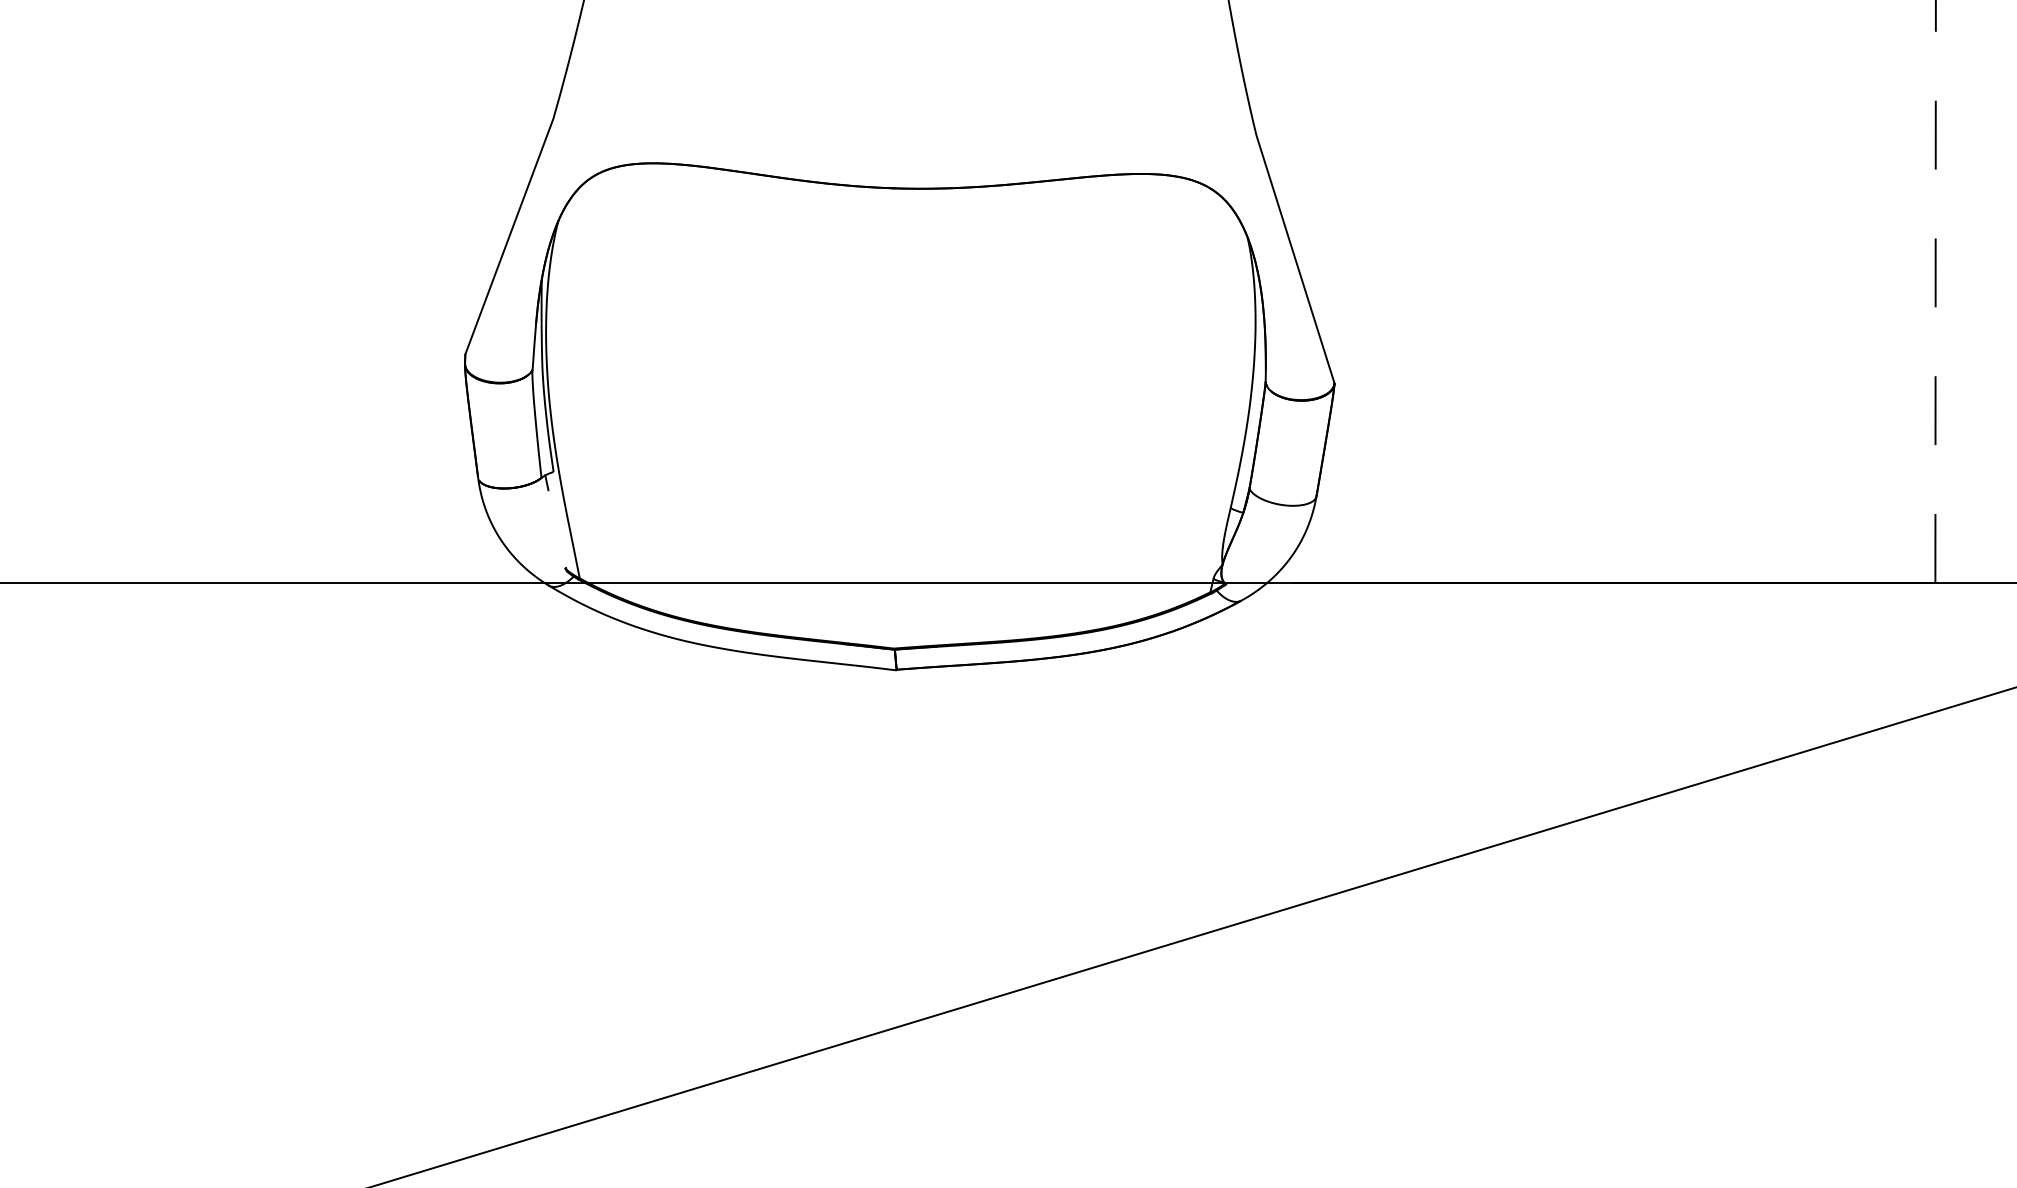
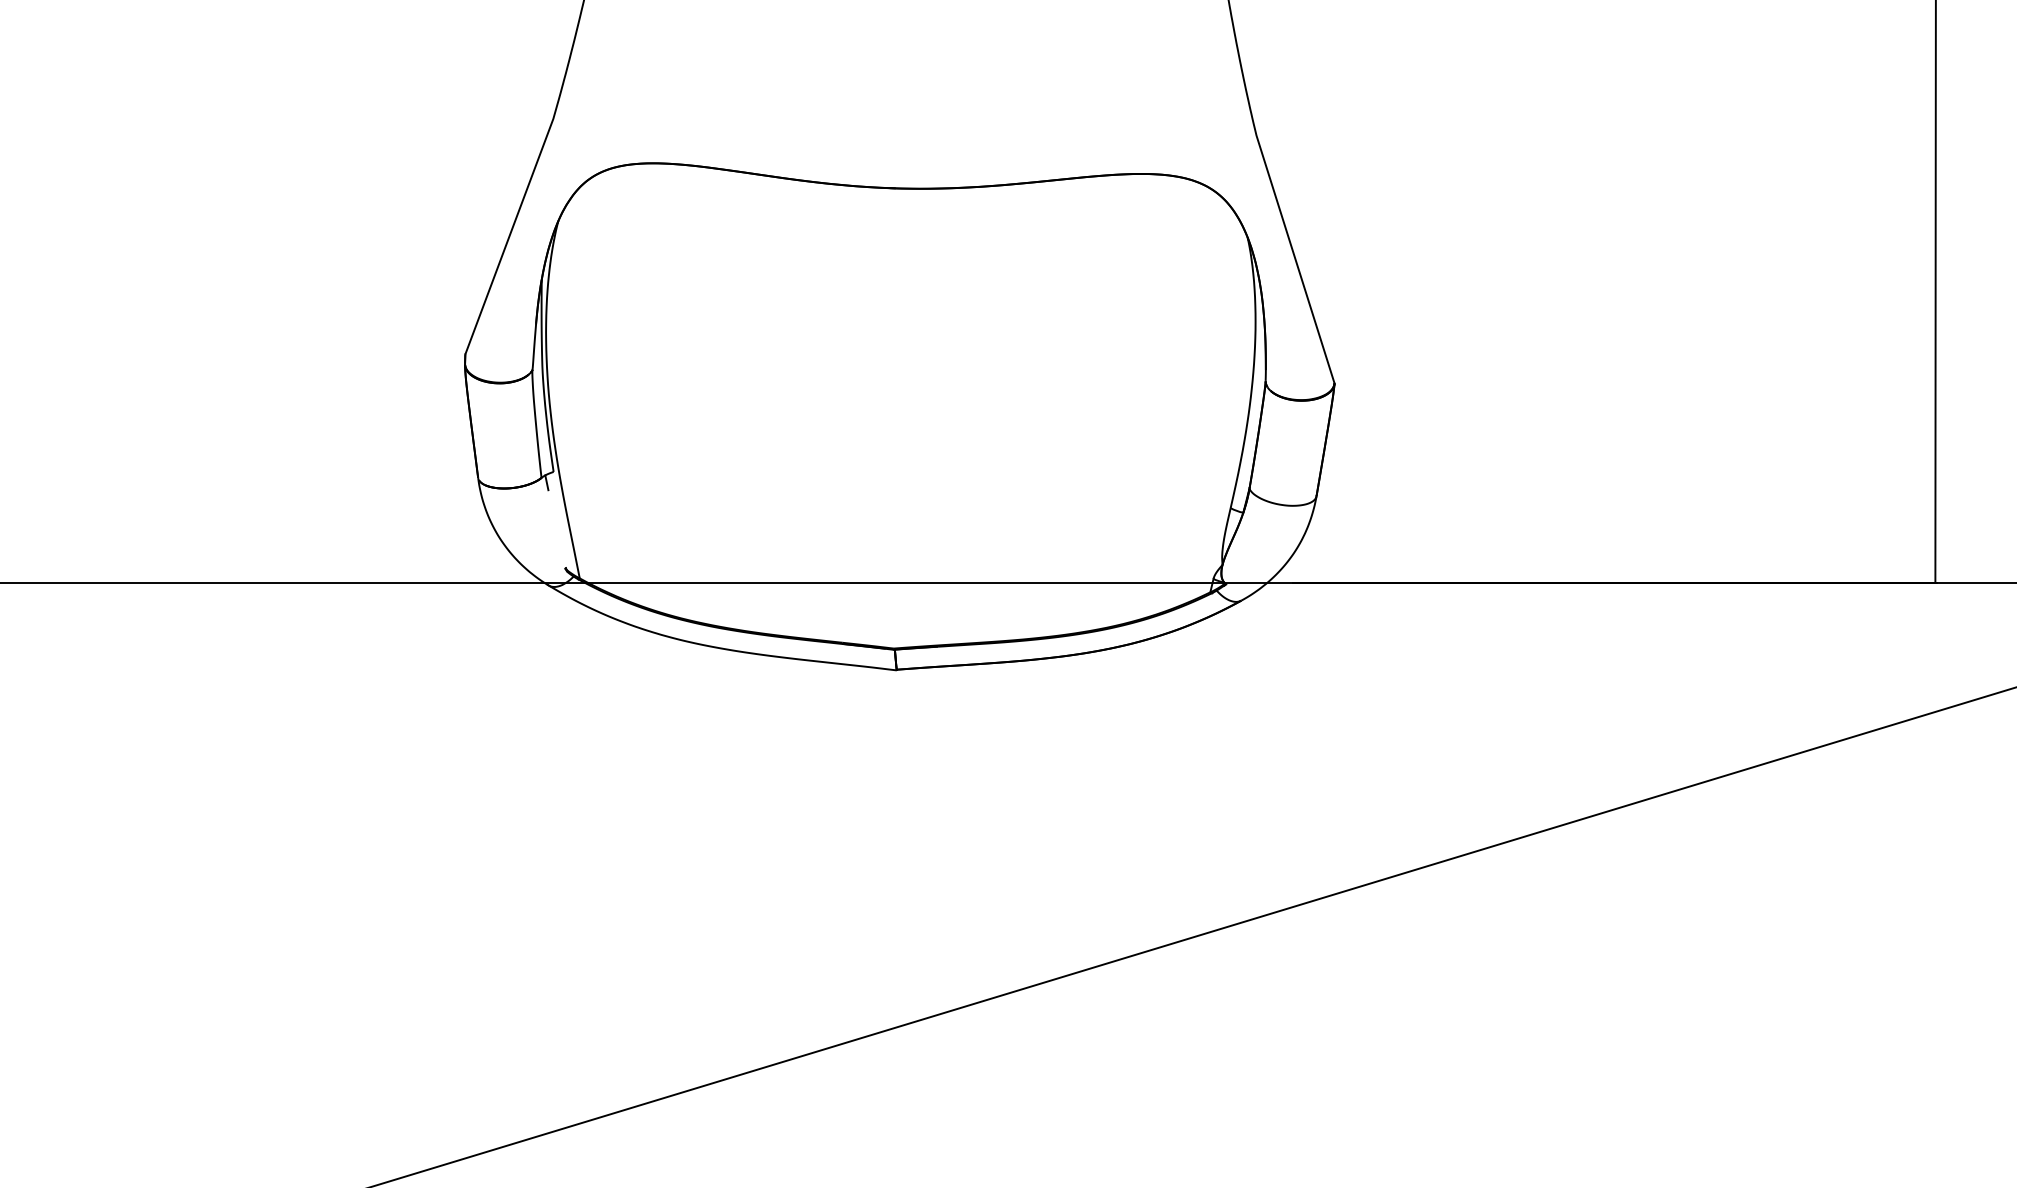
line at (1935, 291): dashed -> solid
